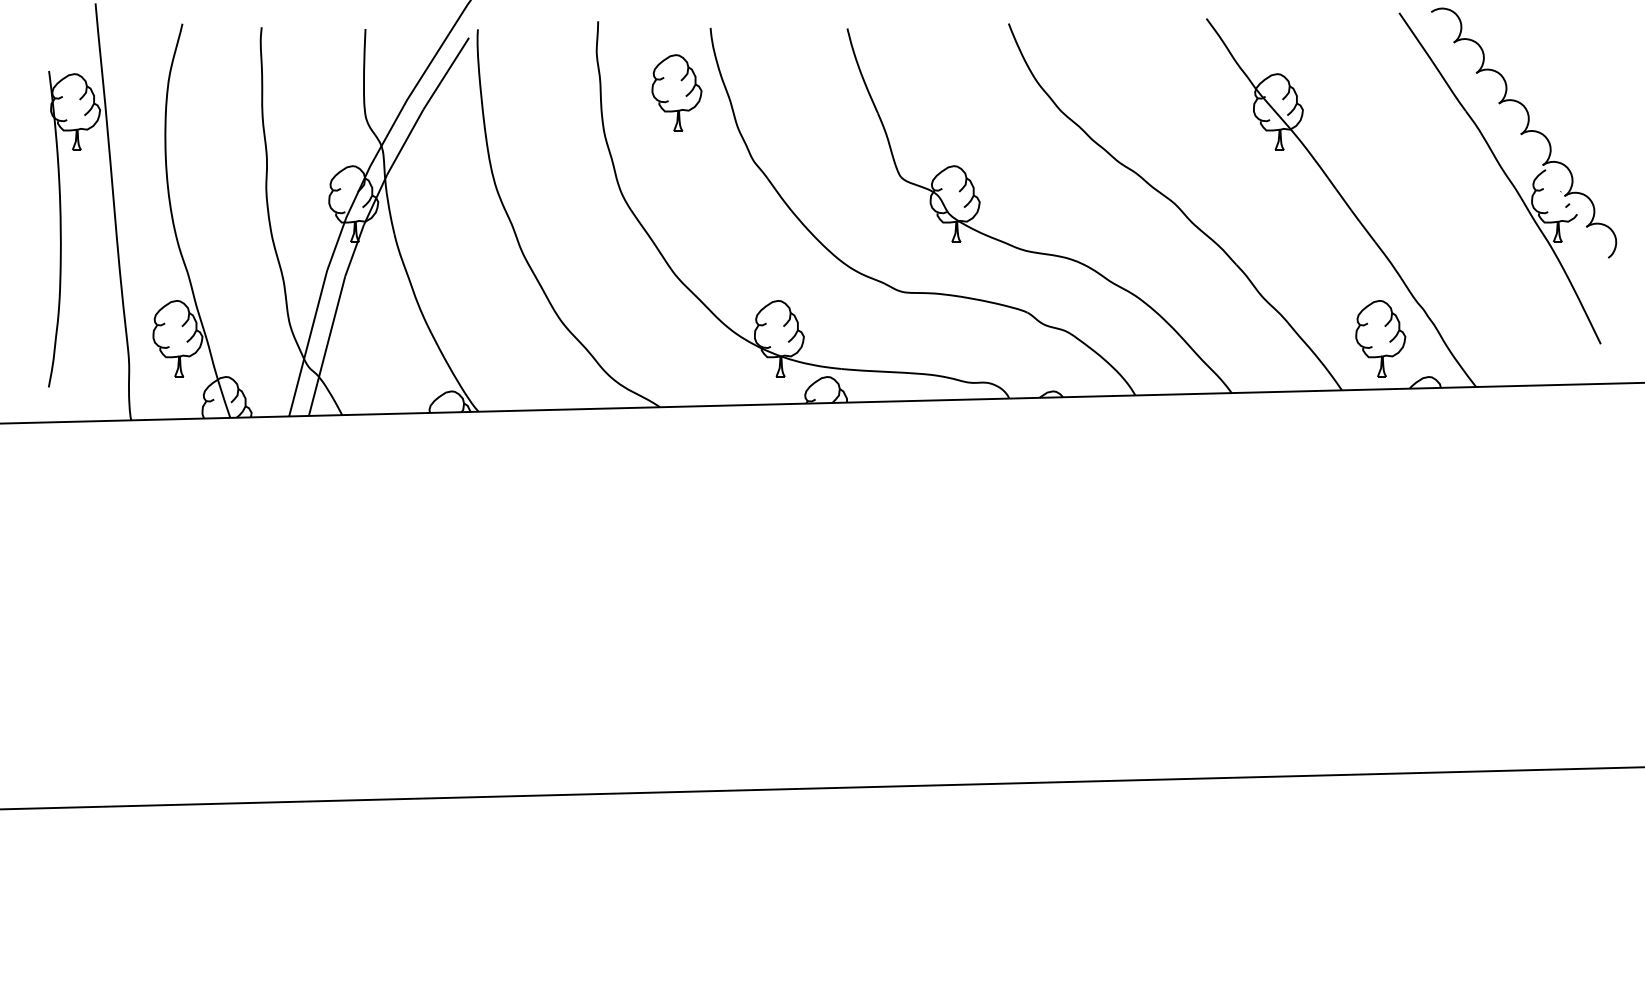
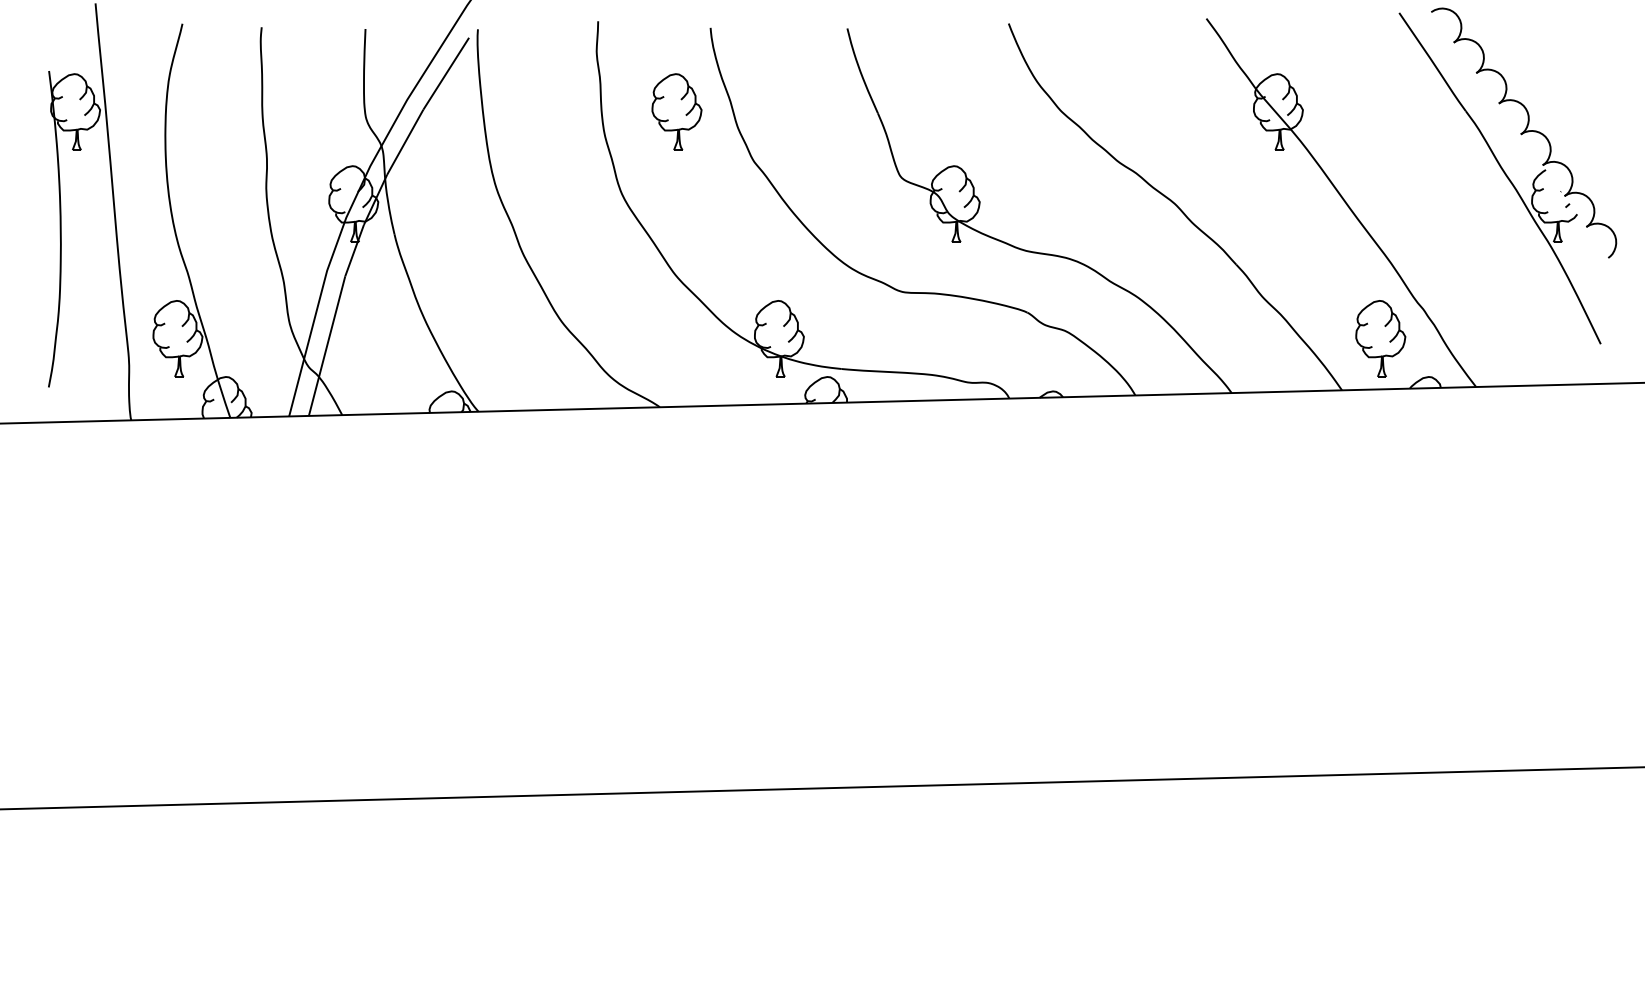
part at (676, 92) position: (676, 92) -> (676, 111)
